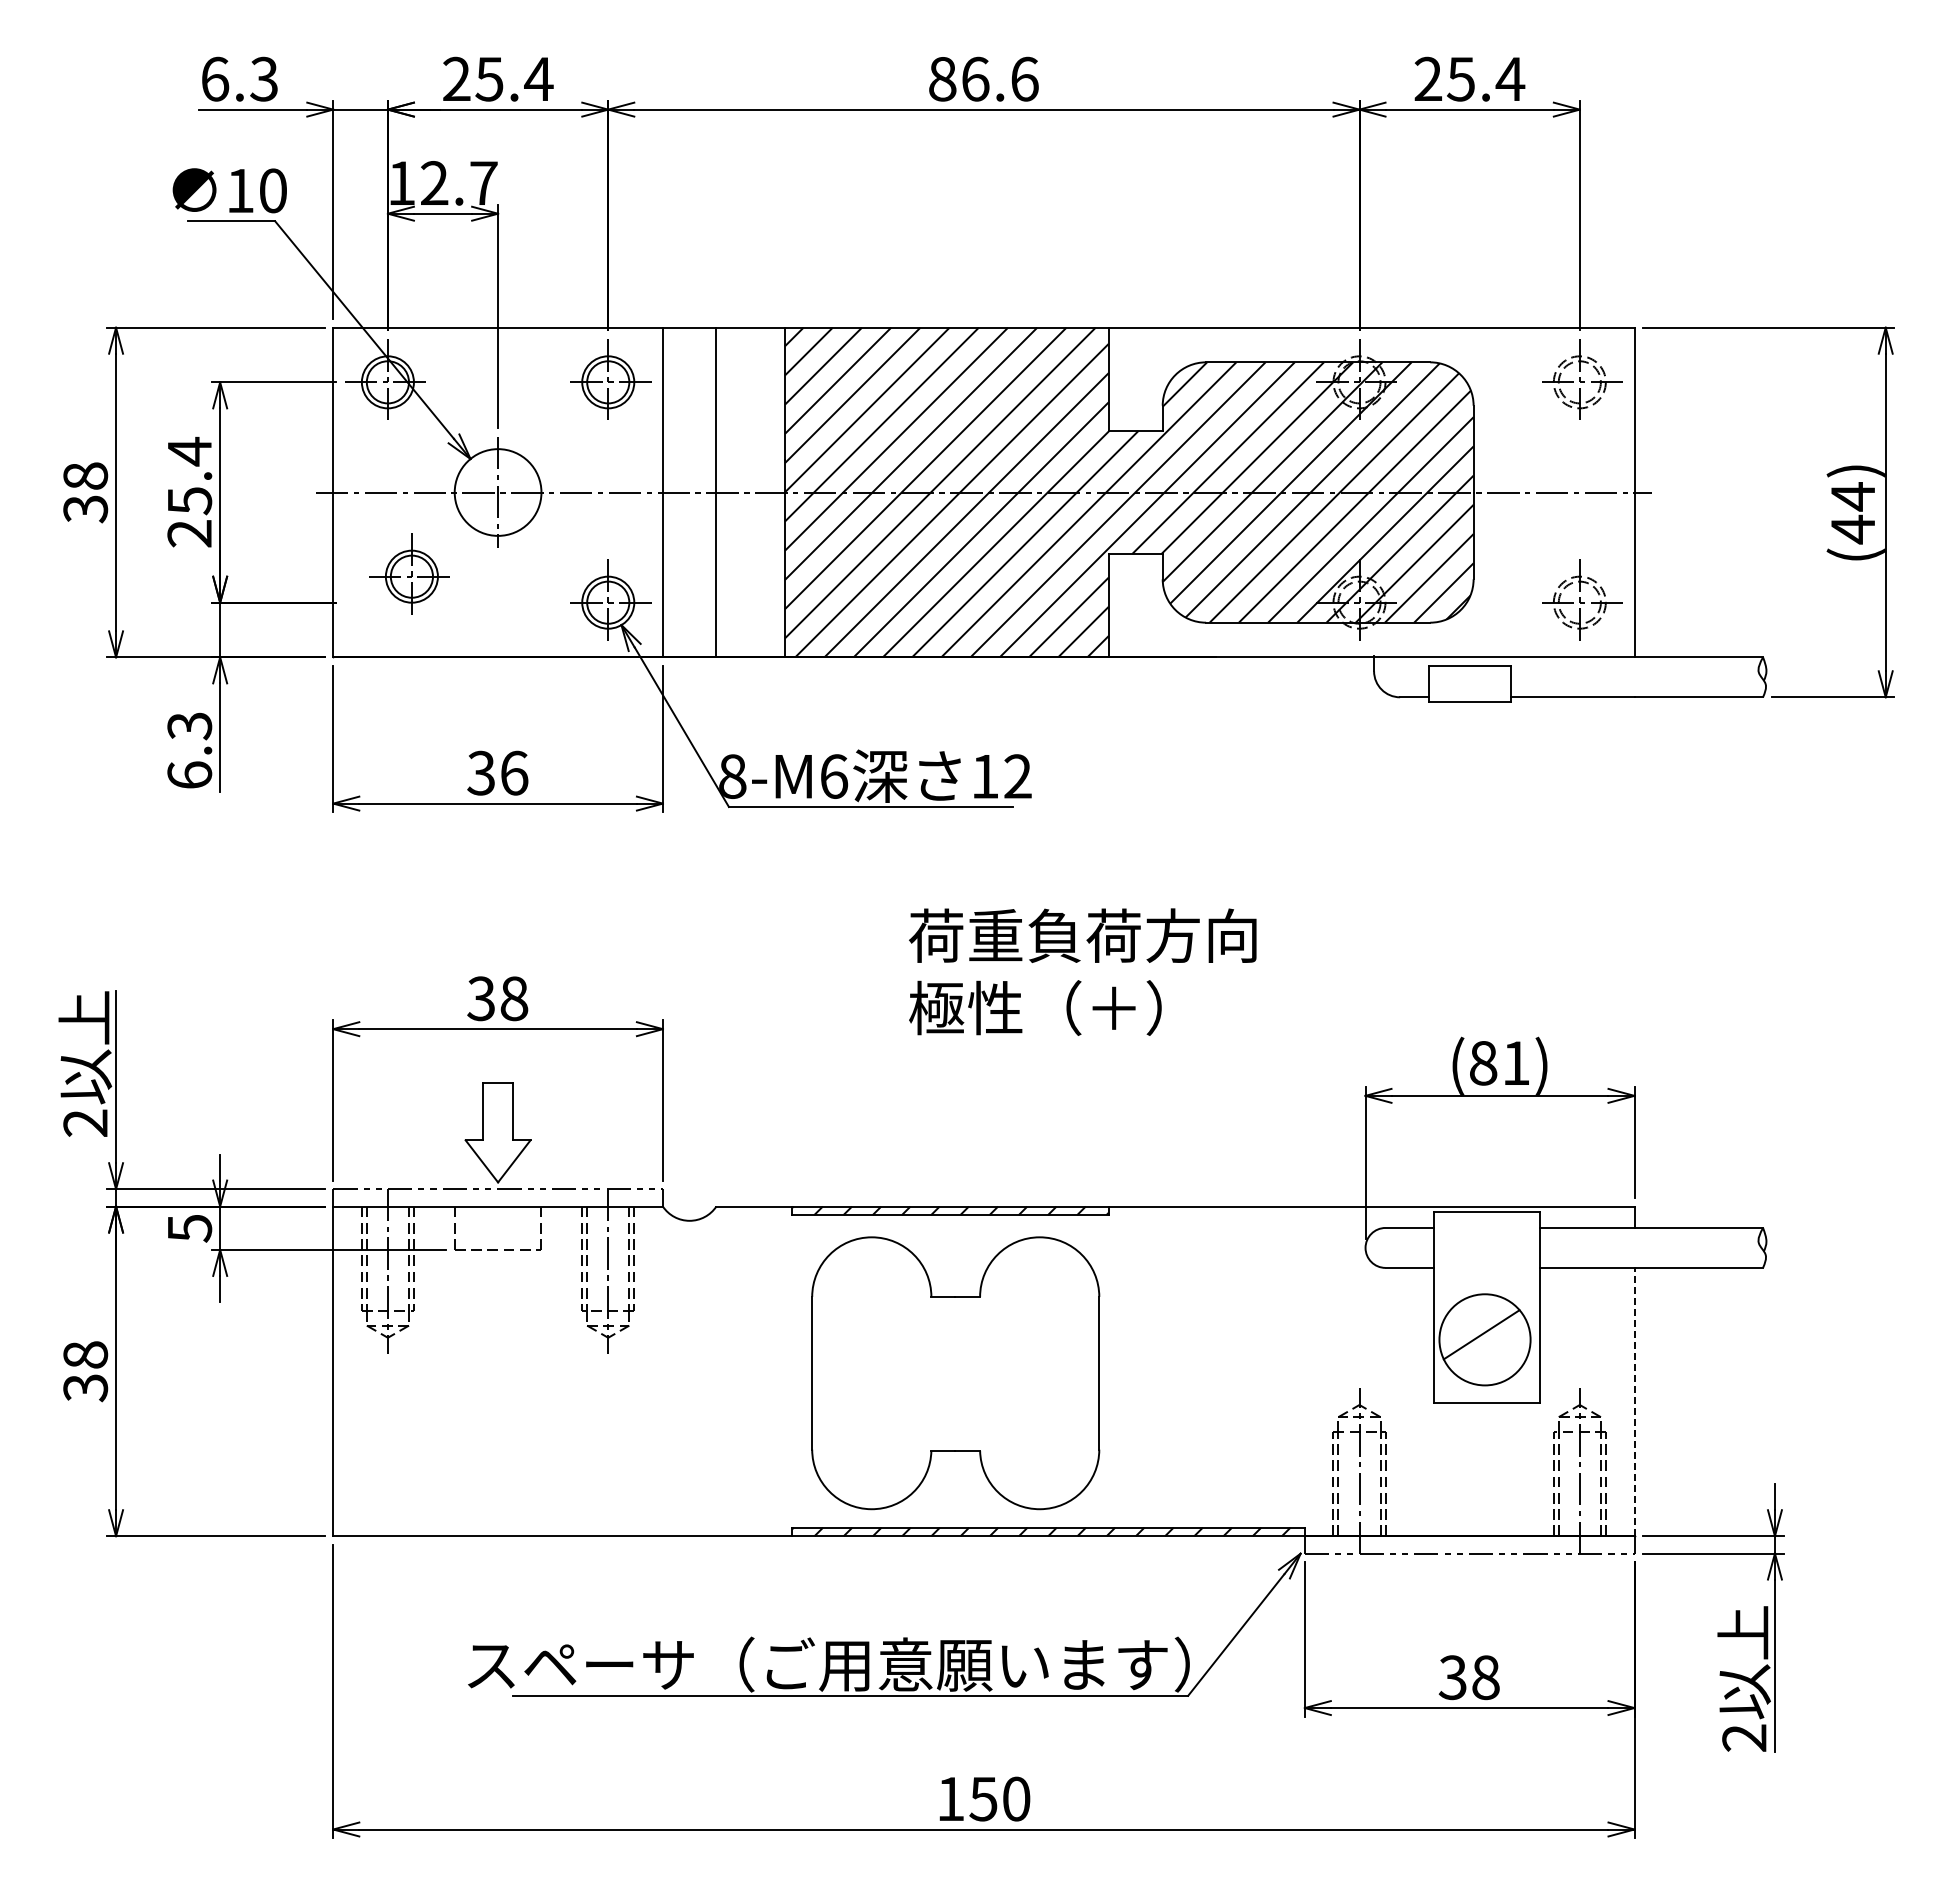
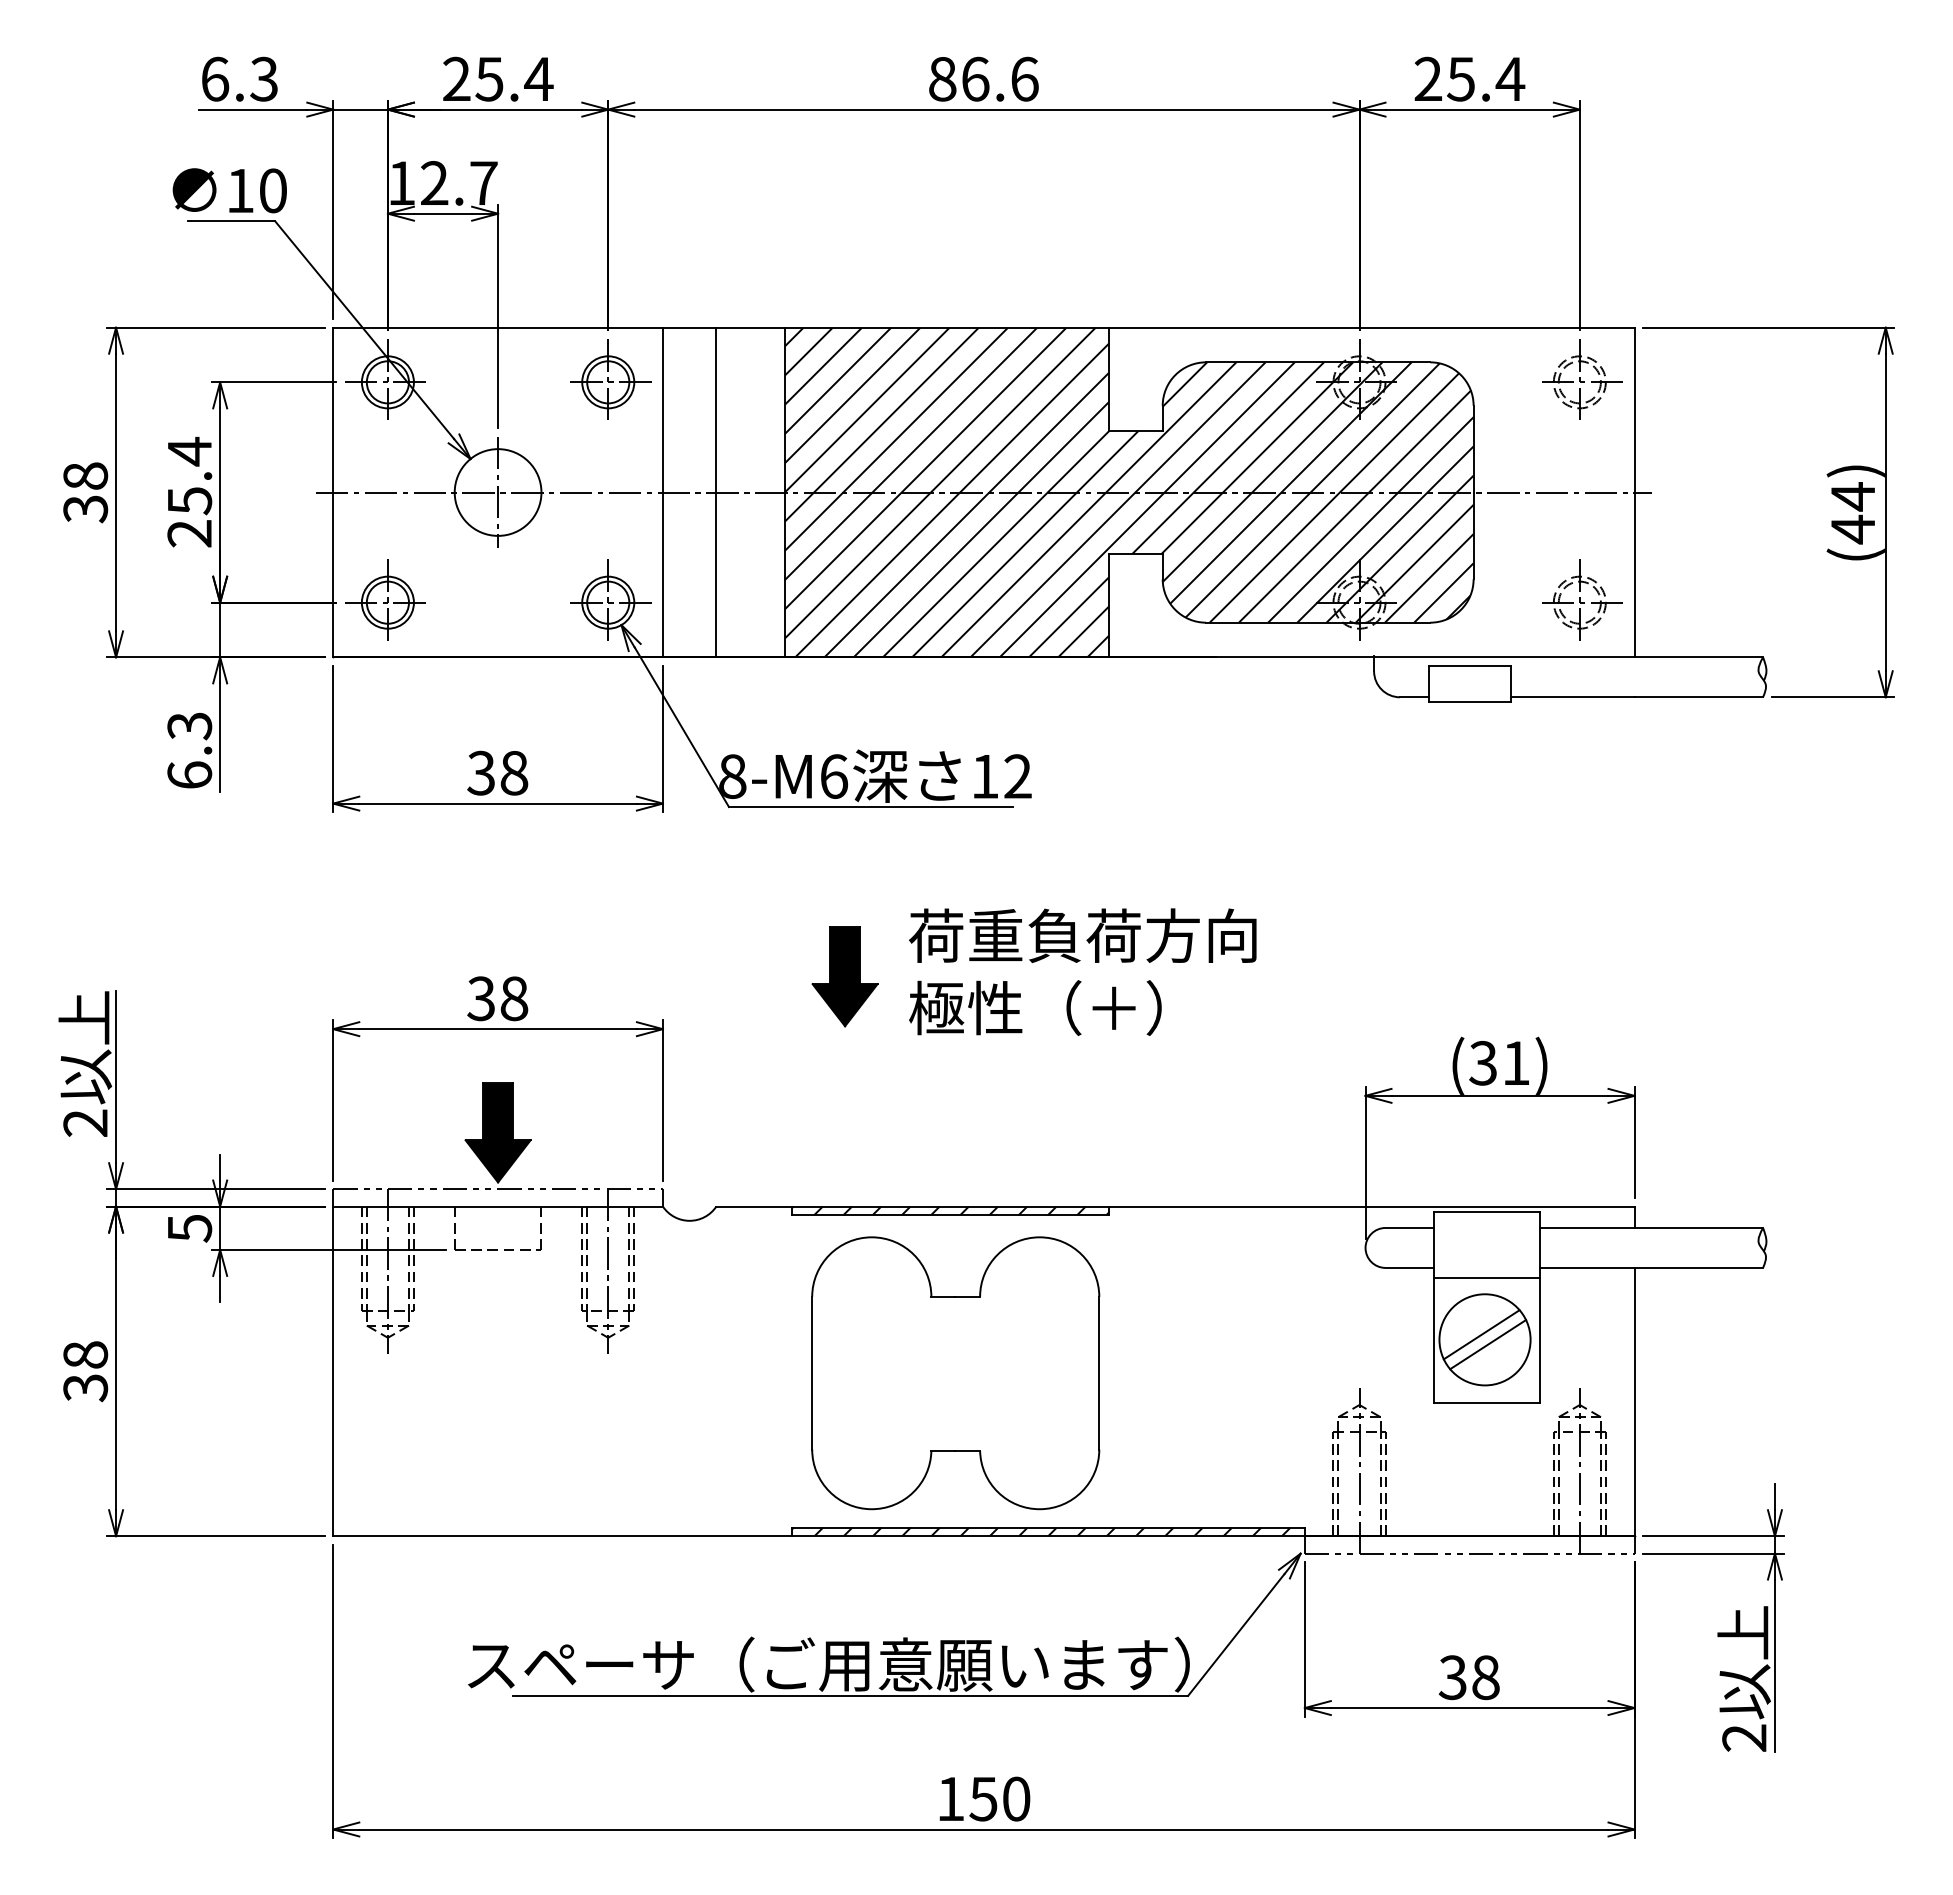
part at (409, 573) position: (409, 573) -> (385, 599)
text at (514, 772): 36 -> 38
part at (844, 976): none -> present
text at (1483, 1062): (81) -> (31)
fill at (497, 1132): none -> present
line at (1486, 1278): none -> present
line at (1488, 1344): none -> present
line at (1634, 1401): dashed -> solid
